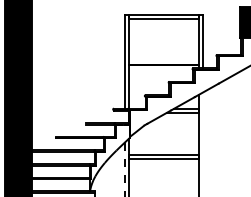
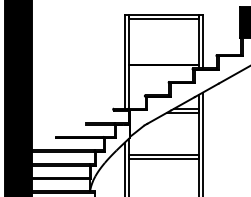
line at (202, 142): none -> present
line at (124, 169): dashed -> solid
